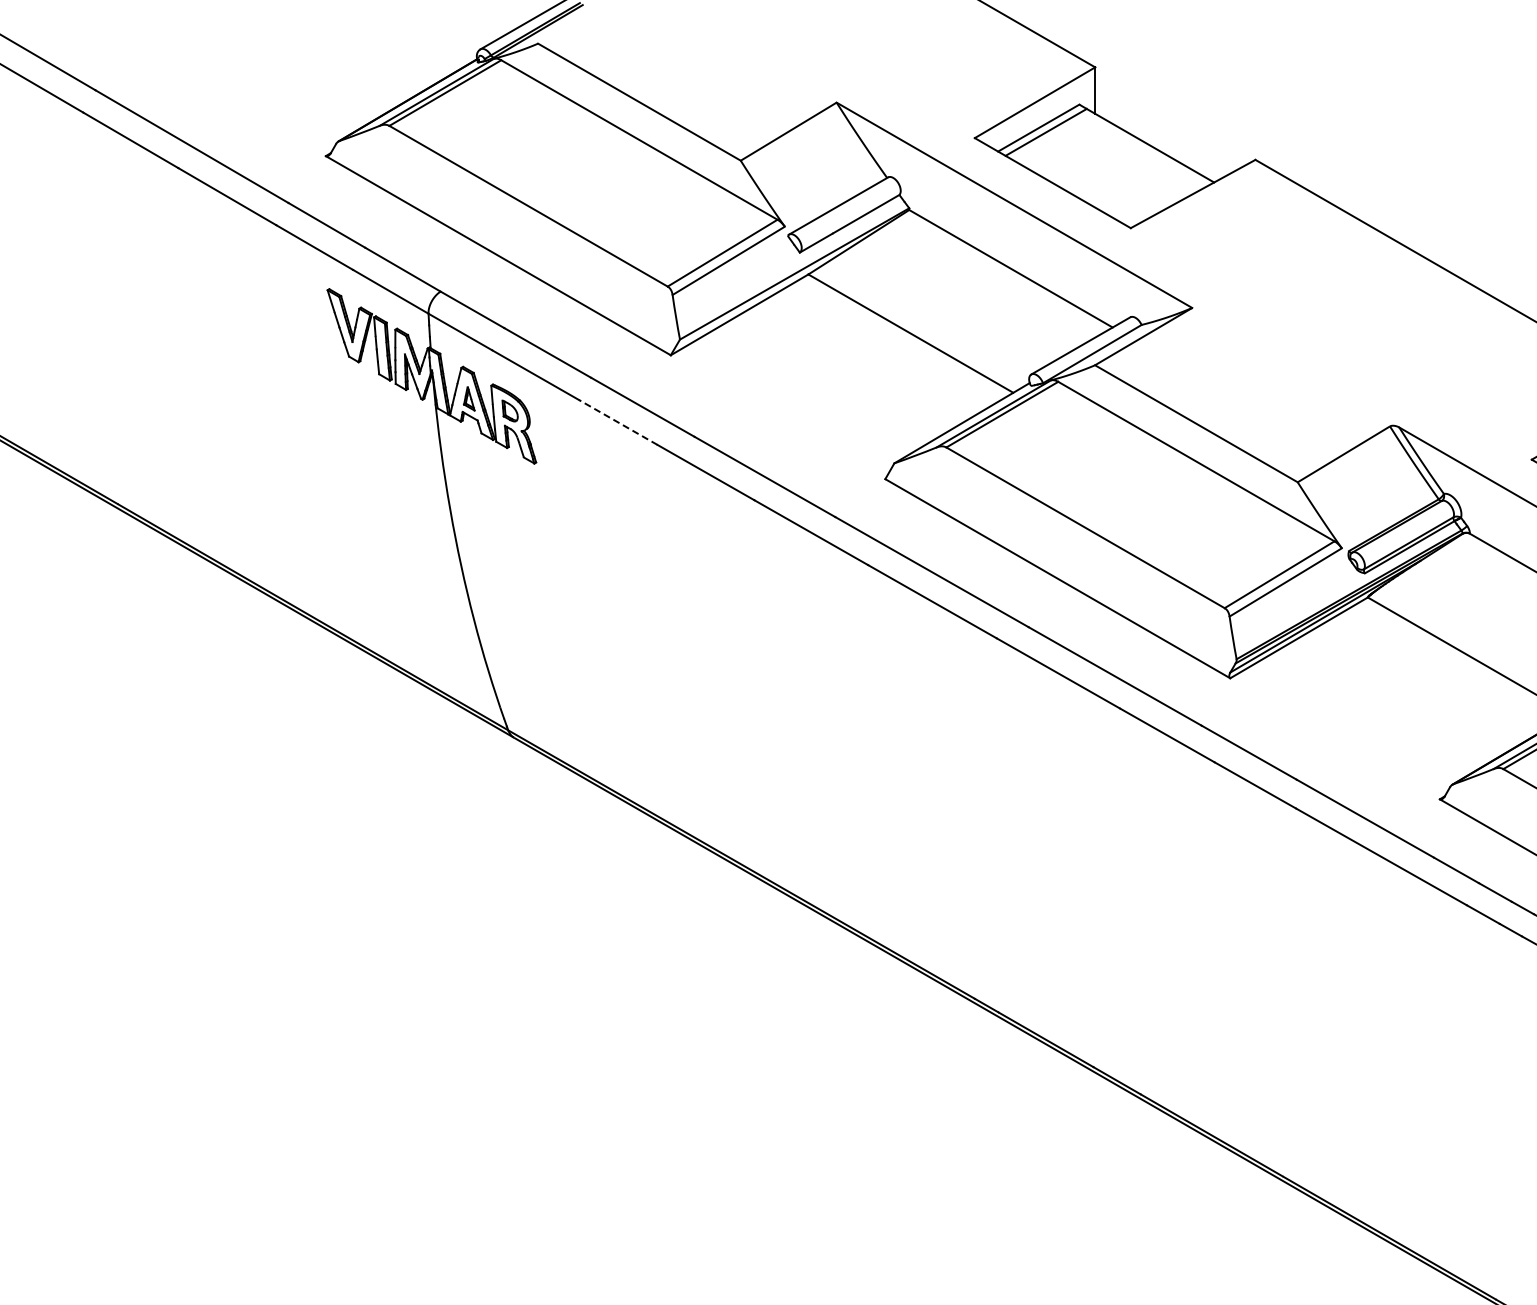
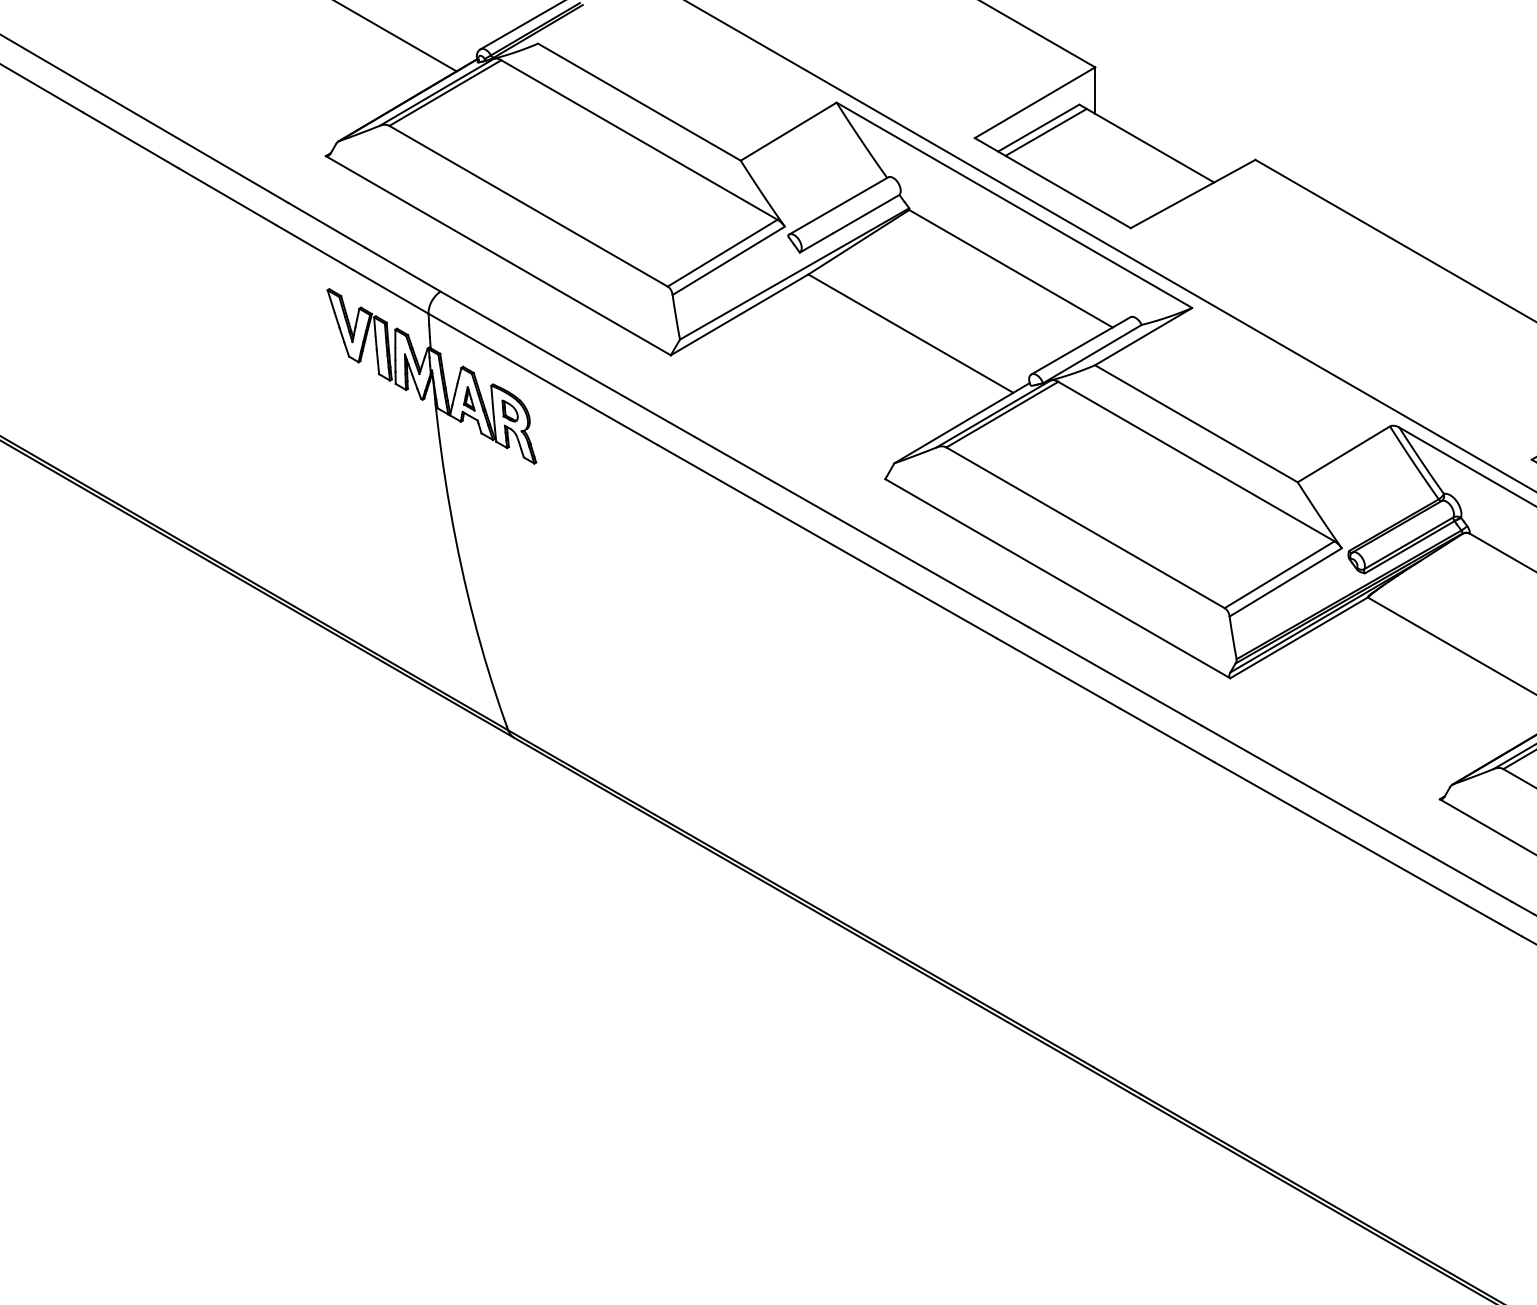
line at (396, 36): none -> present
line at (1110, 246): none -> present
line at (617, 422): dashed -> solid
